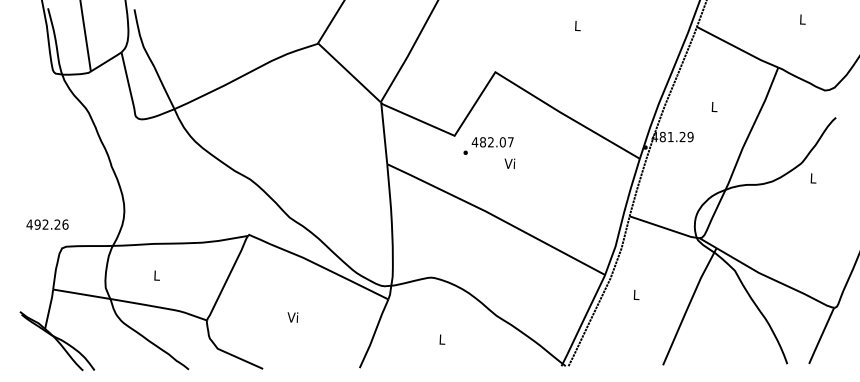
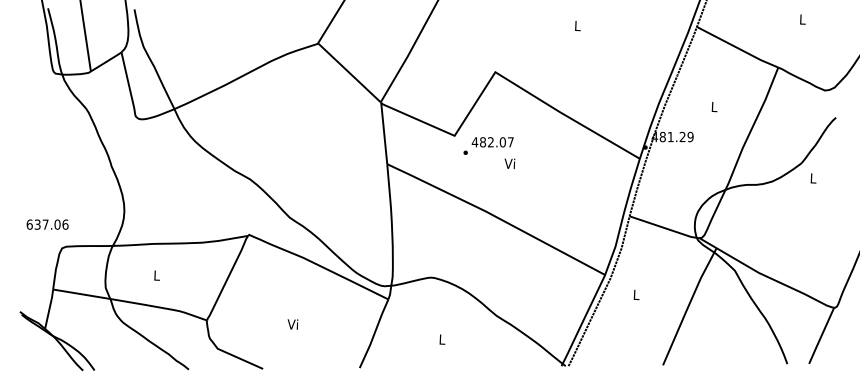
text at (43, 224): 492.26 -> 637.06
text at (292, 317) position: (292, 317) -> (292, 324)
